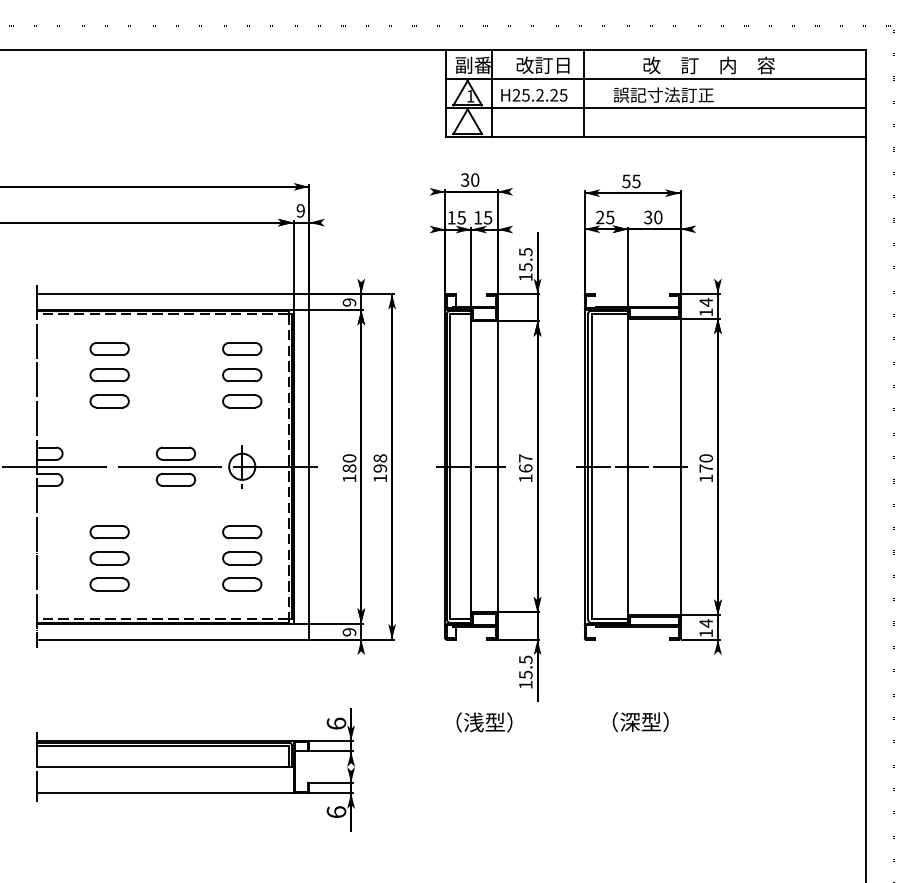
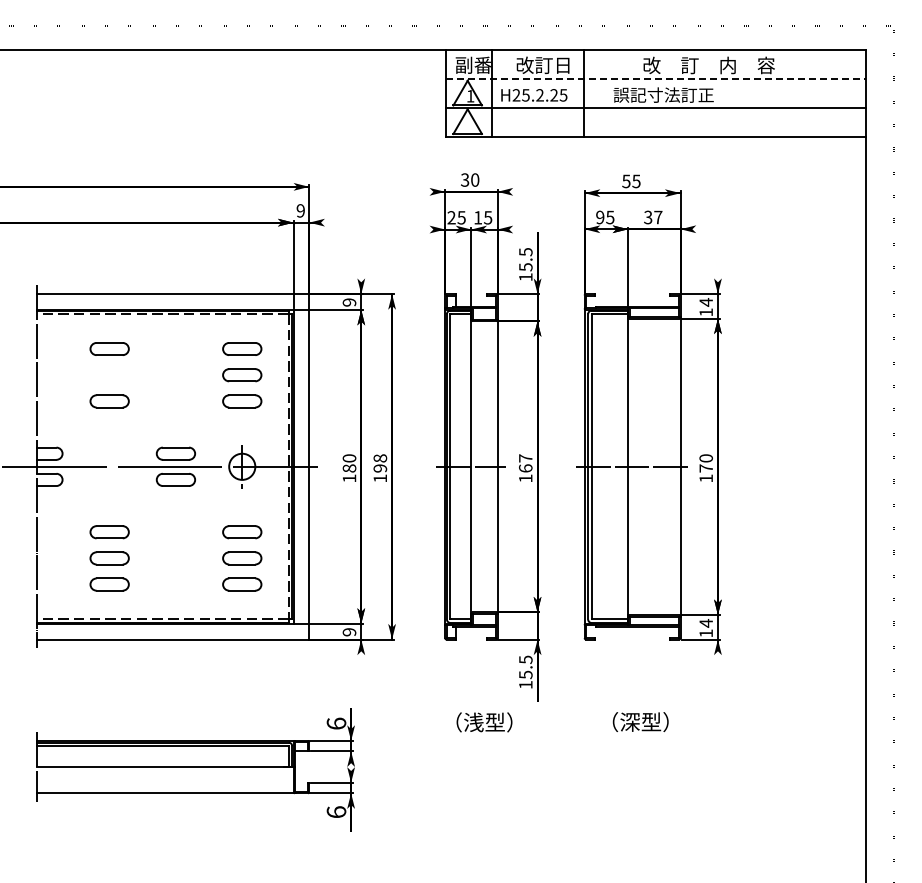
line at (655, 79): solid -> dashed
text at (451, 217): 15 -> 25
text at (600, 217): 25 -> 95
text at (658, 217): 30 -> 37
part at (109, 375): present -> none
